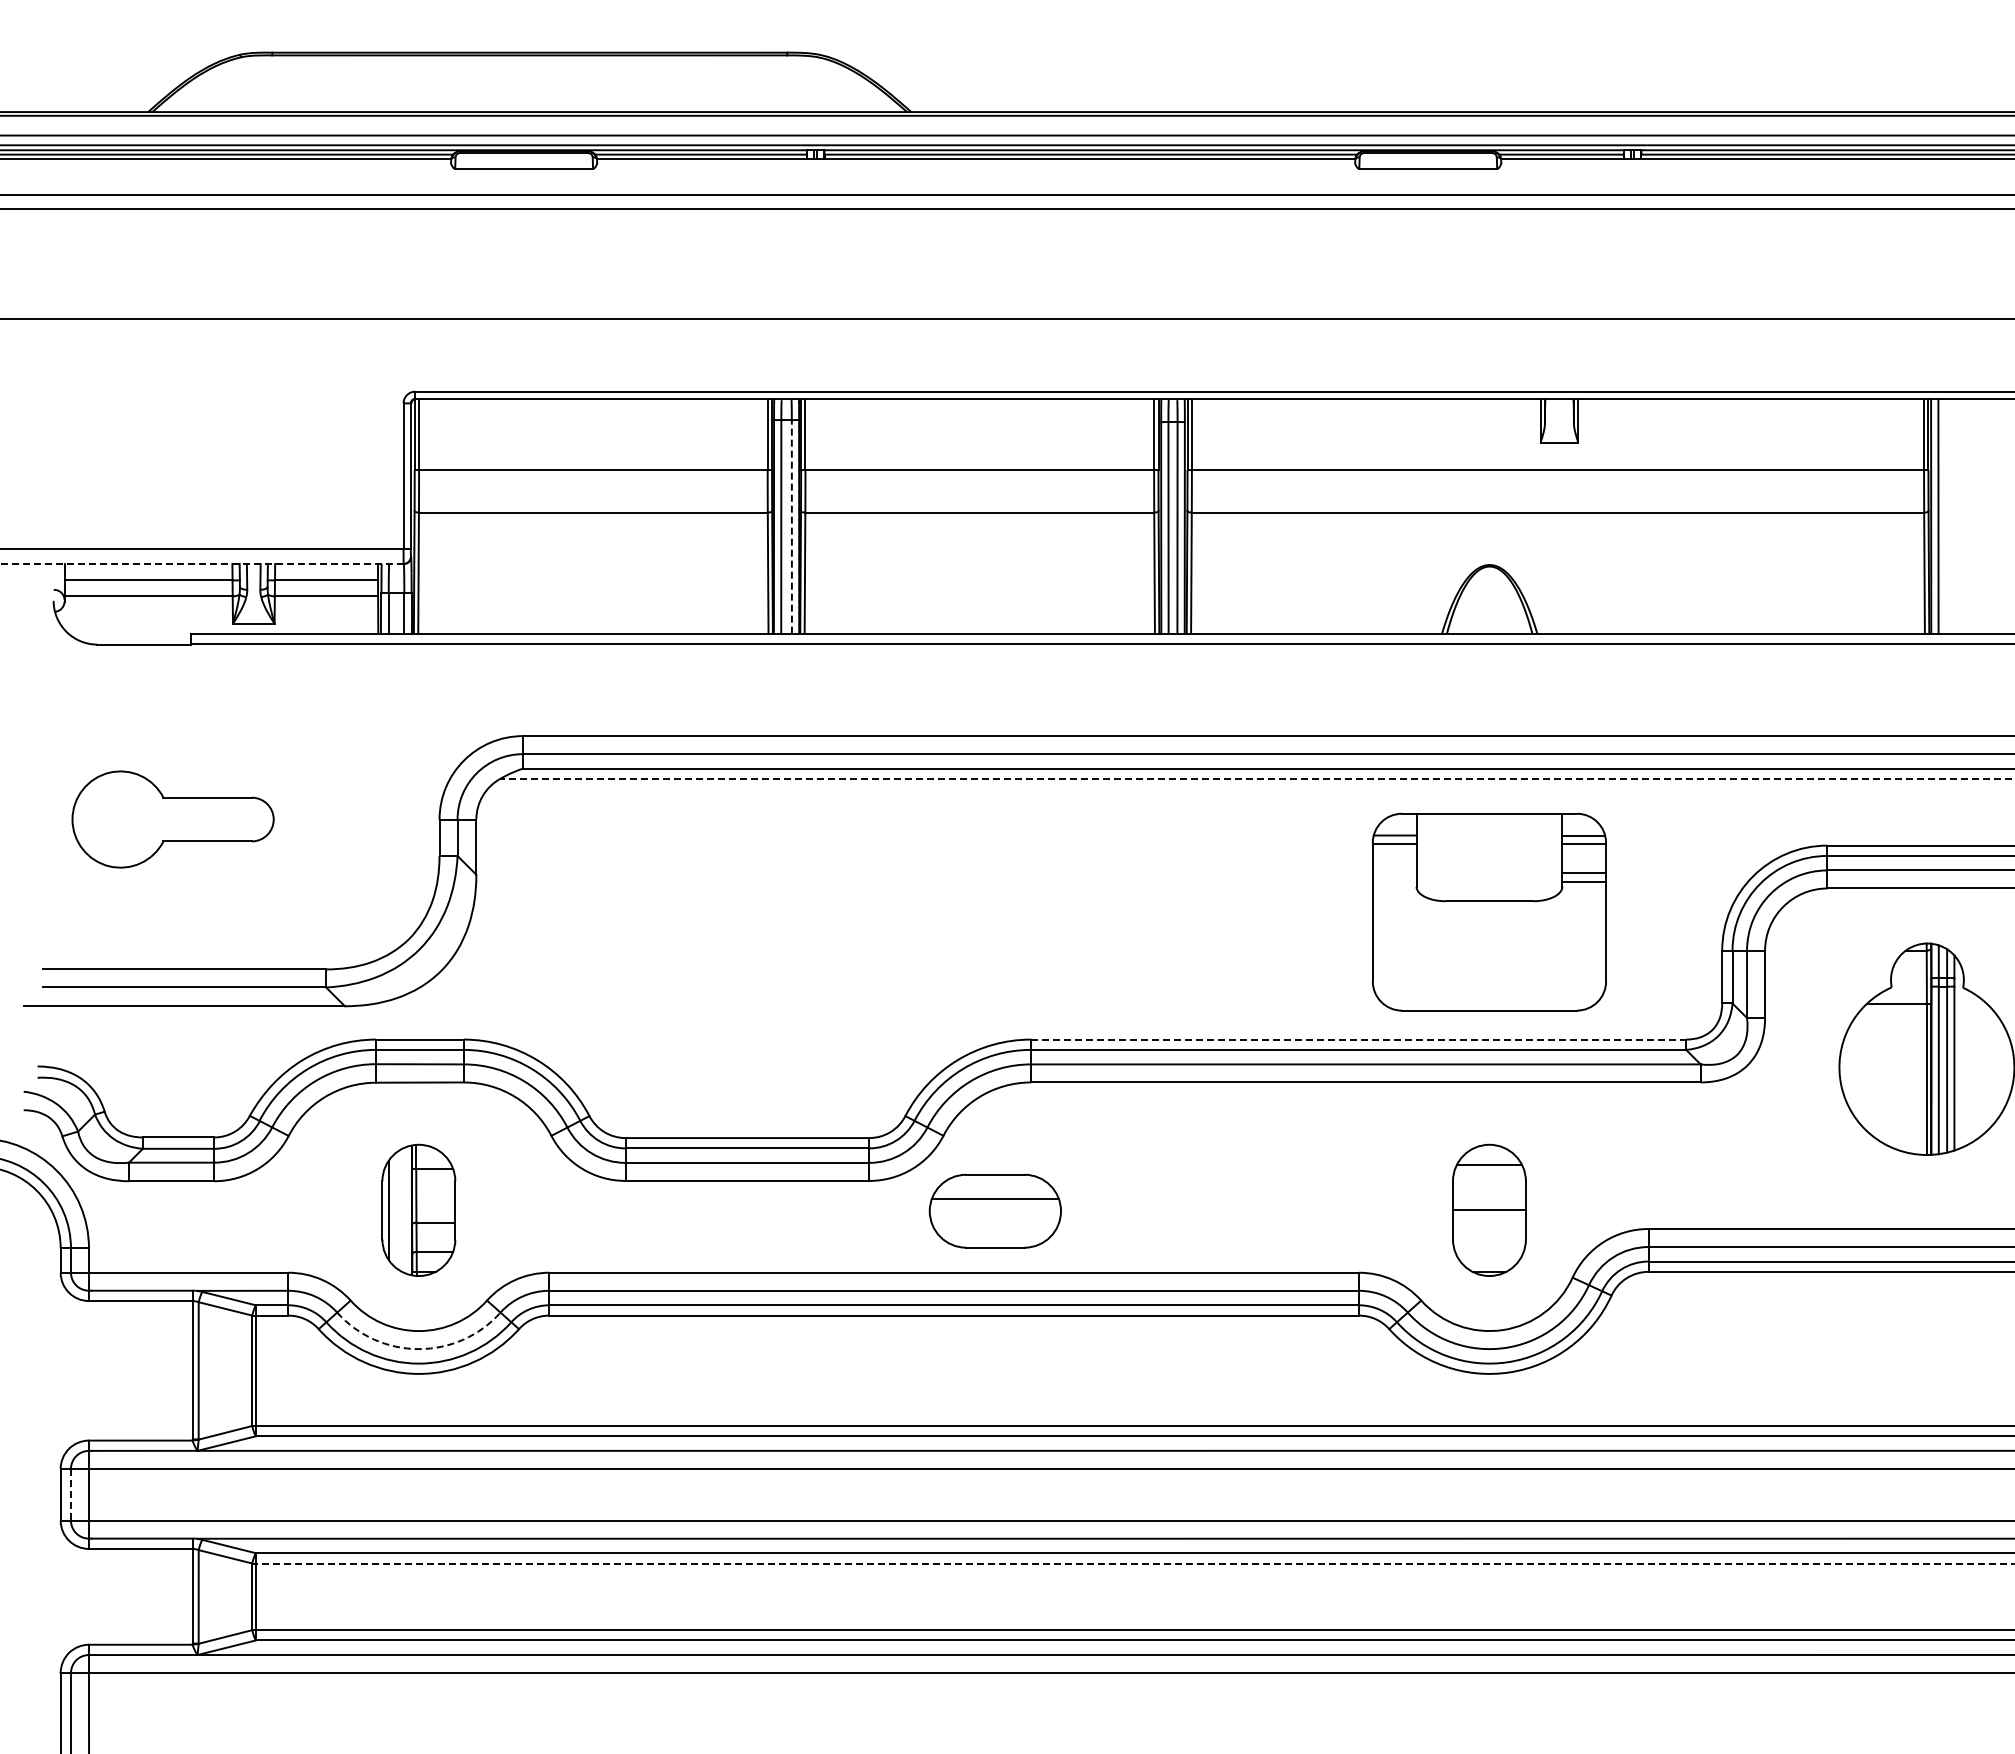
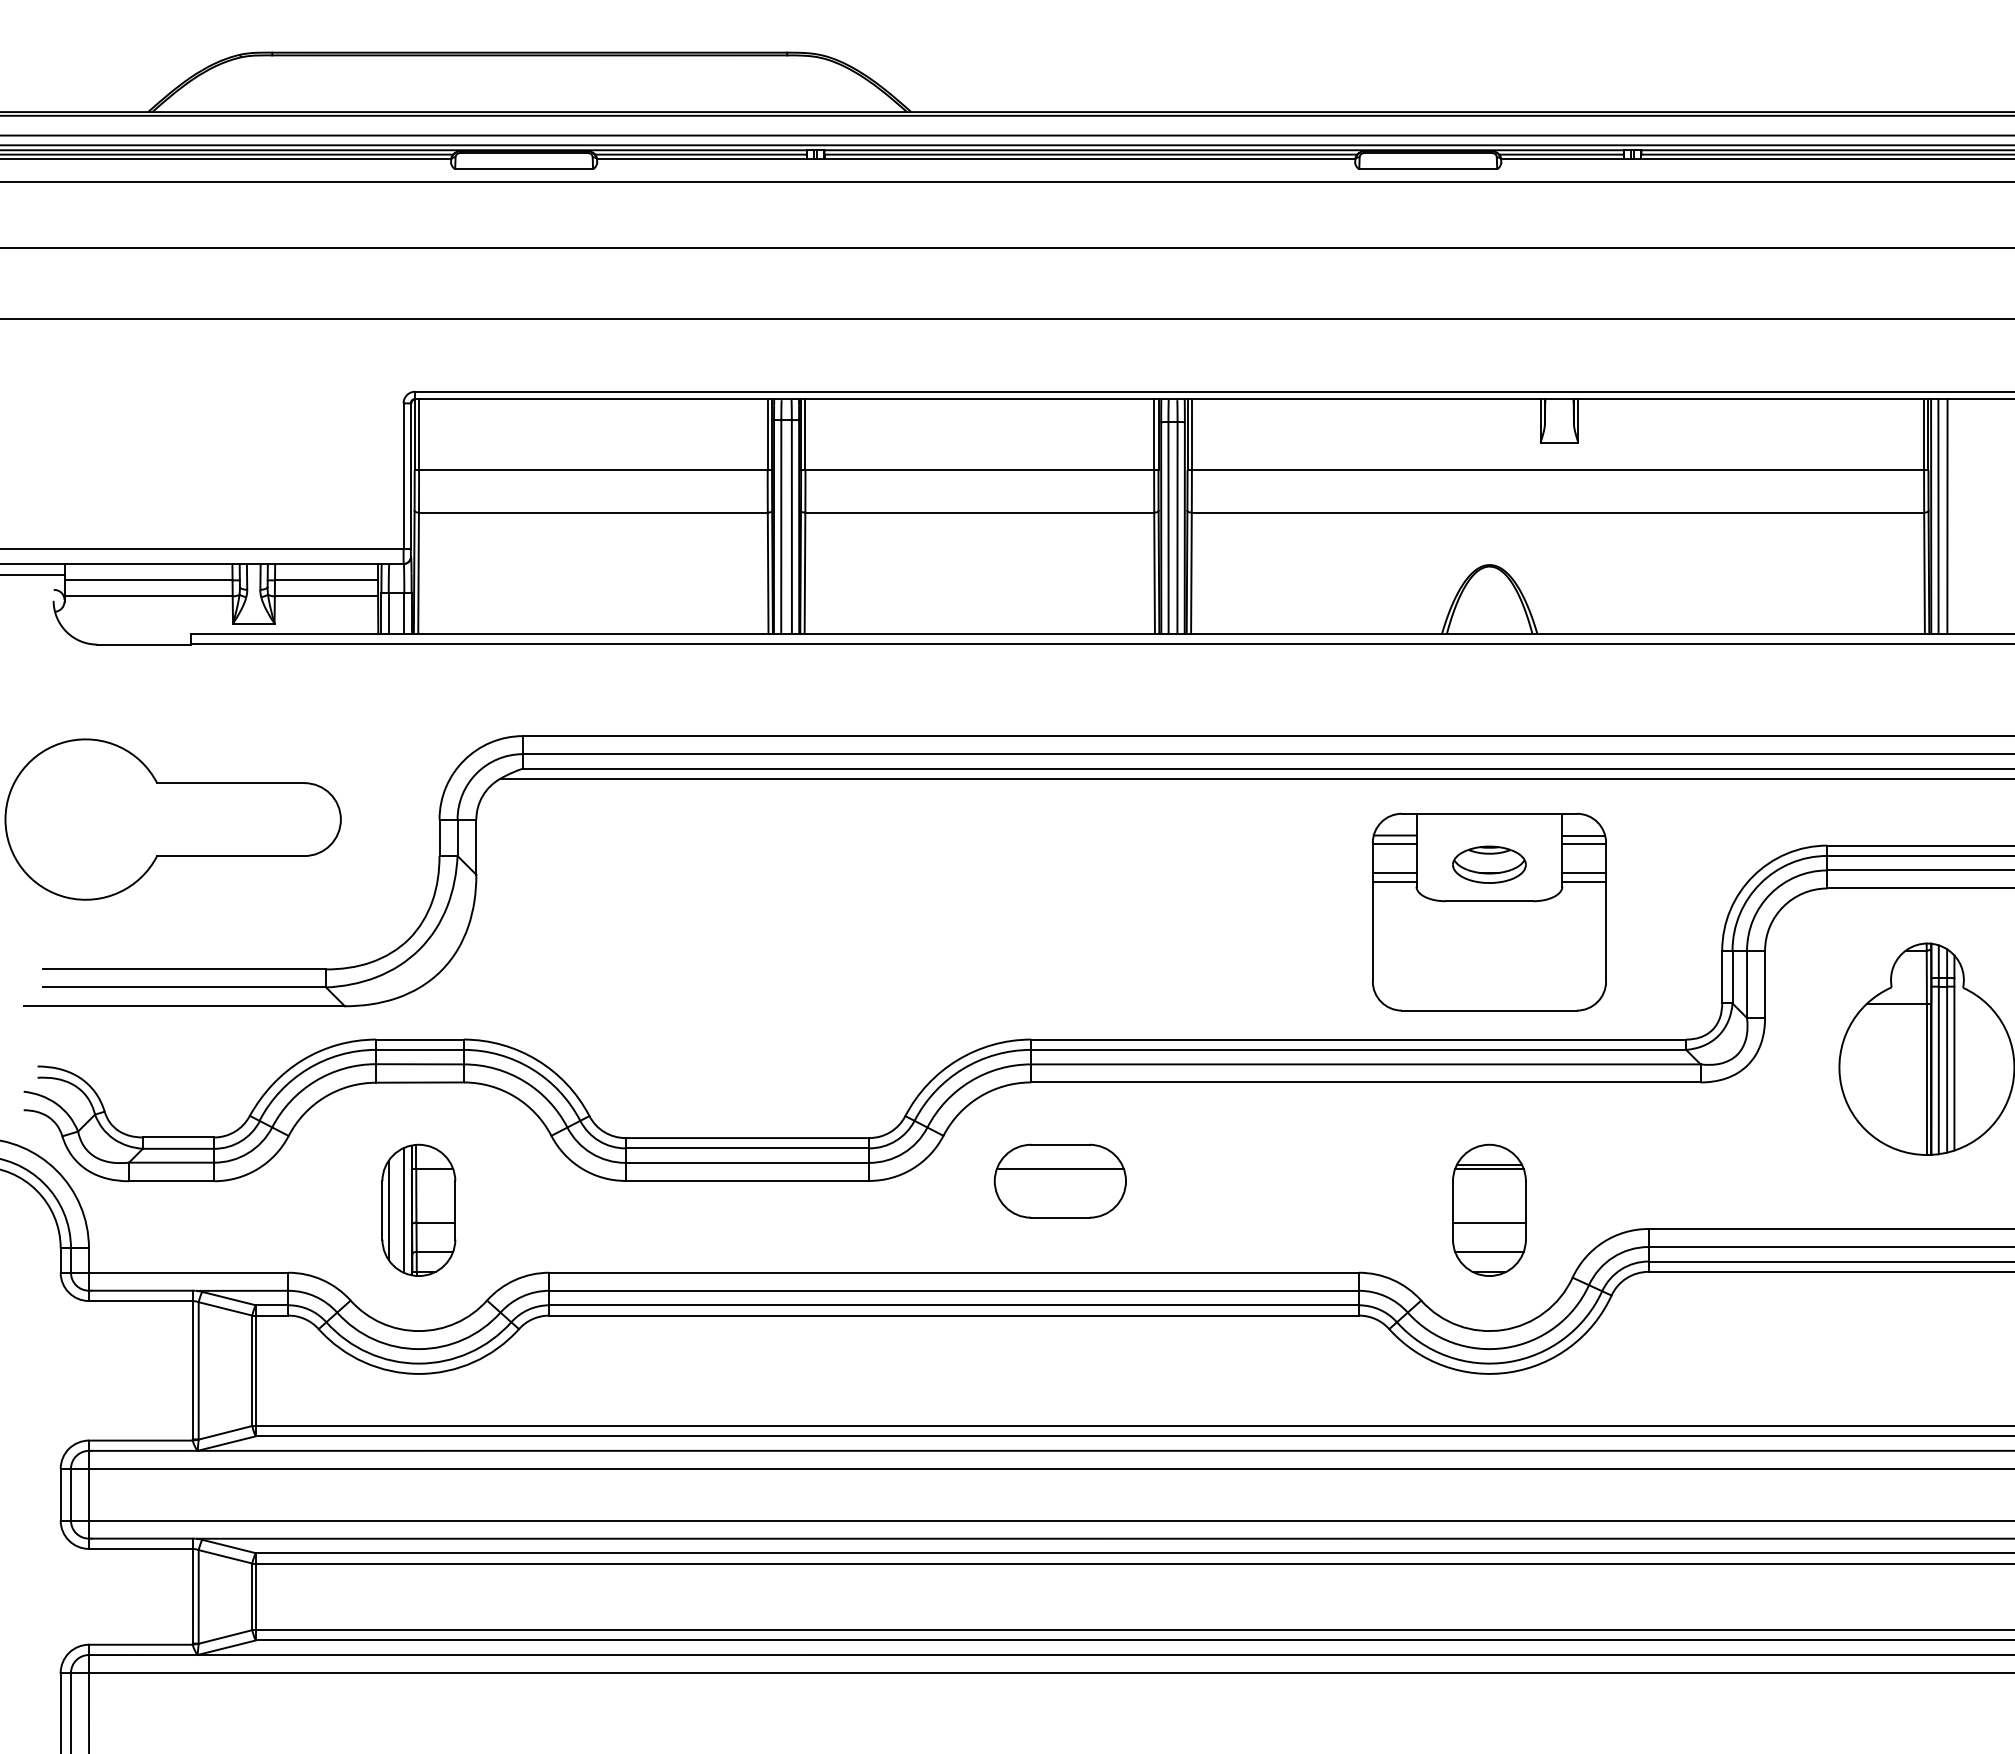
line at (1006, 194) position: (1006, 194) -> (1006, 181)
line at (1006, 208) position: (1006, 208) -> (1006, 247)
line at (1947, 516): none -> present
line at (791, 526): dashed -> solid
line at (201, 563): dashed -> solid
line at (33, 575): none -> present
line at (1257, 778): dashed -> solid
part at (172, 819) size: 204x99 px -> 338x163 px
part at (1489, 864): none -> present
line at (1394, 872): none -> present
line at (1394, 881): none -> present
line at (1359, 1039): dashed -> solid
line at (1489, 1169): none -> present
line at (404, 1209): none -> present
line at (1489, 1209) position: (1489, 1209) -> (1489, 1222)
part at (994, 1210) position: (994, 1210) -> (1059, 1180)
line at (1489, 1251): none -> present
arc at (418, 1349): dashed -> solid
line at (70, 1494): dashed -> solid
line at (1133, 1563): dashed -> solid
